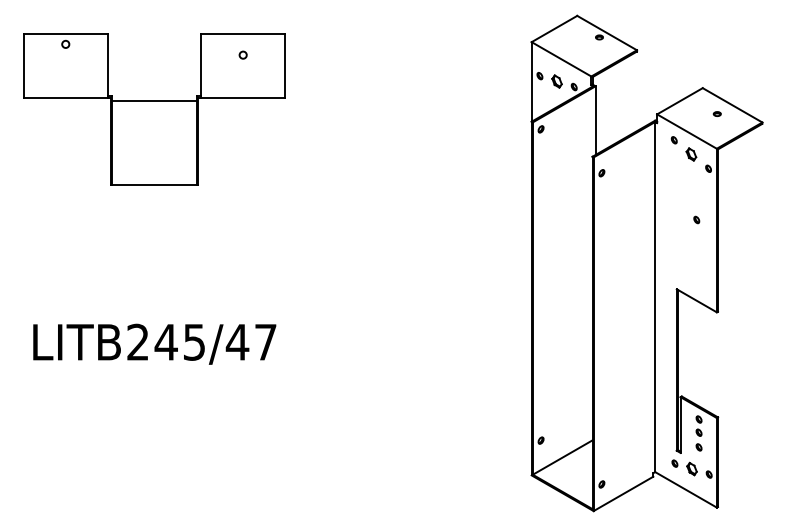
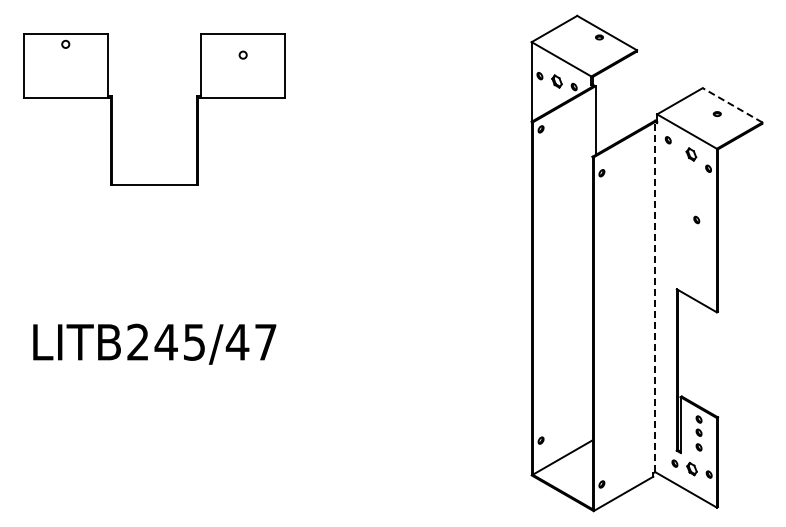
line at (154, 100): present -> none
line at (732, 105): solid -> dashed
part at (673, 140) position: (673, 140) -> (667, 140)
line at (655, 296): solid -> dashed
